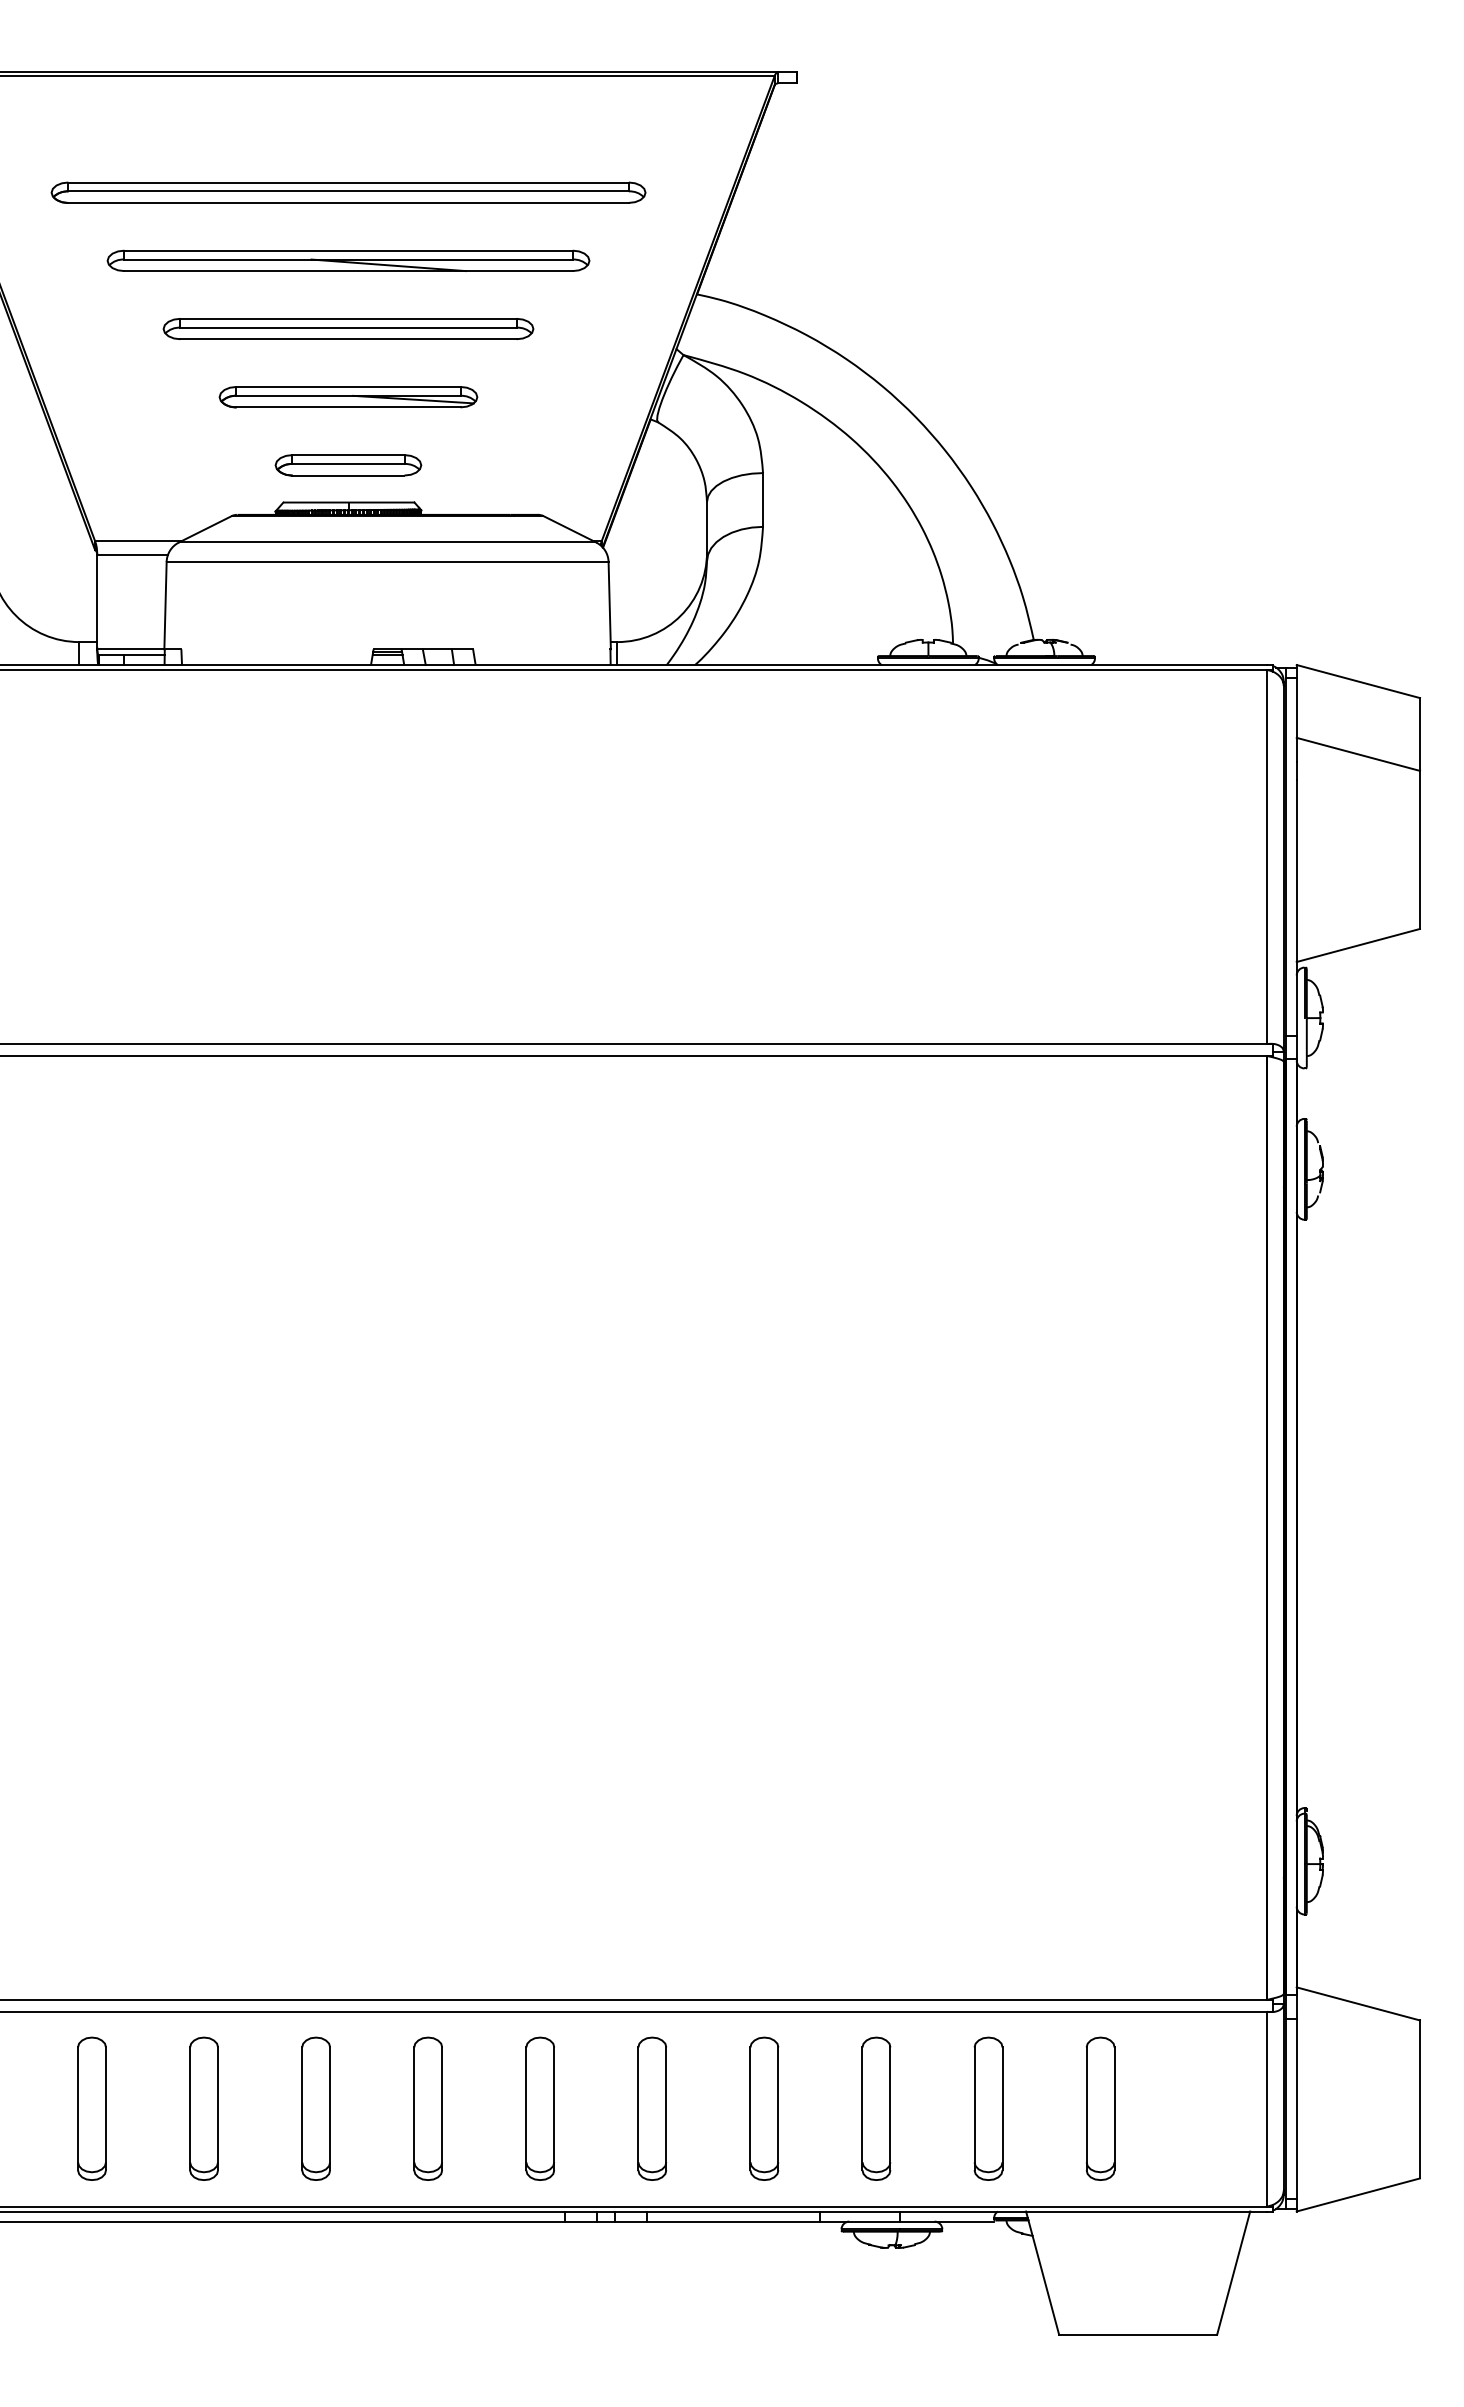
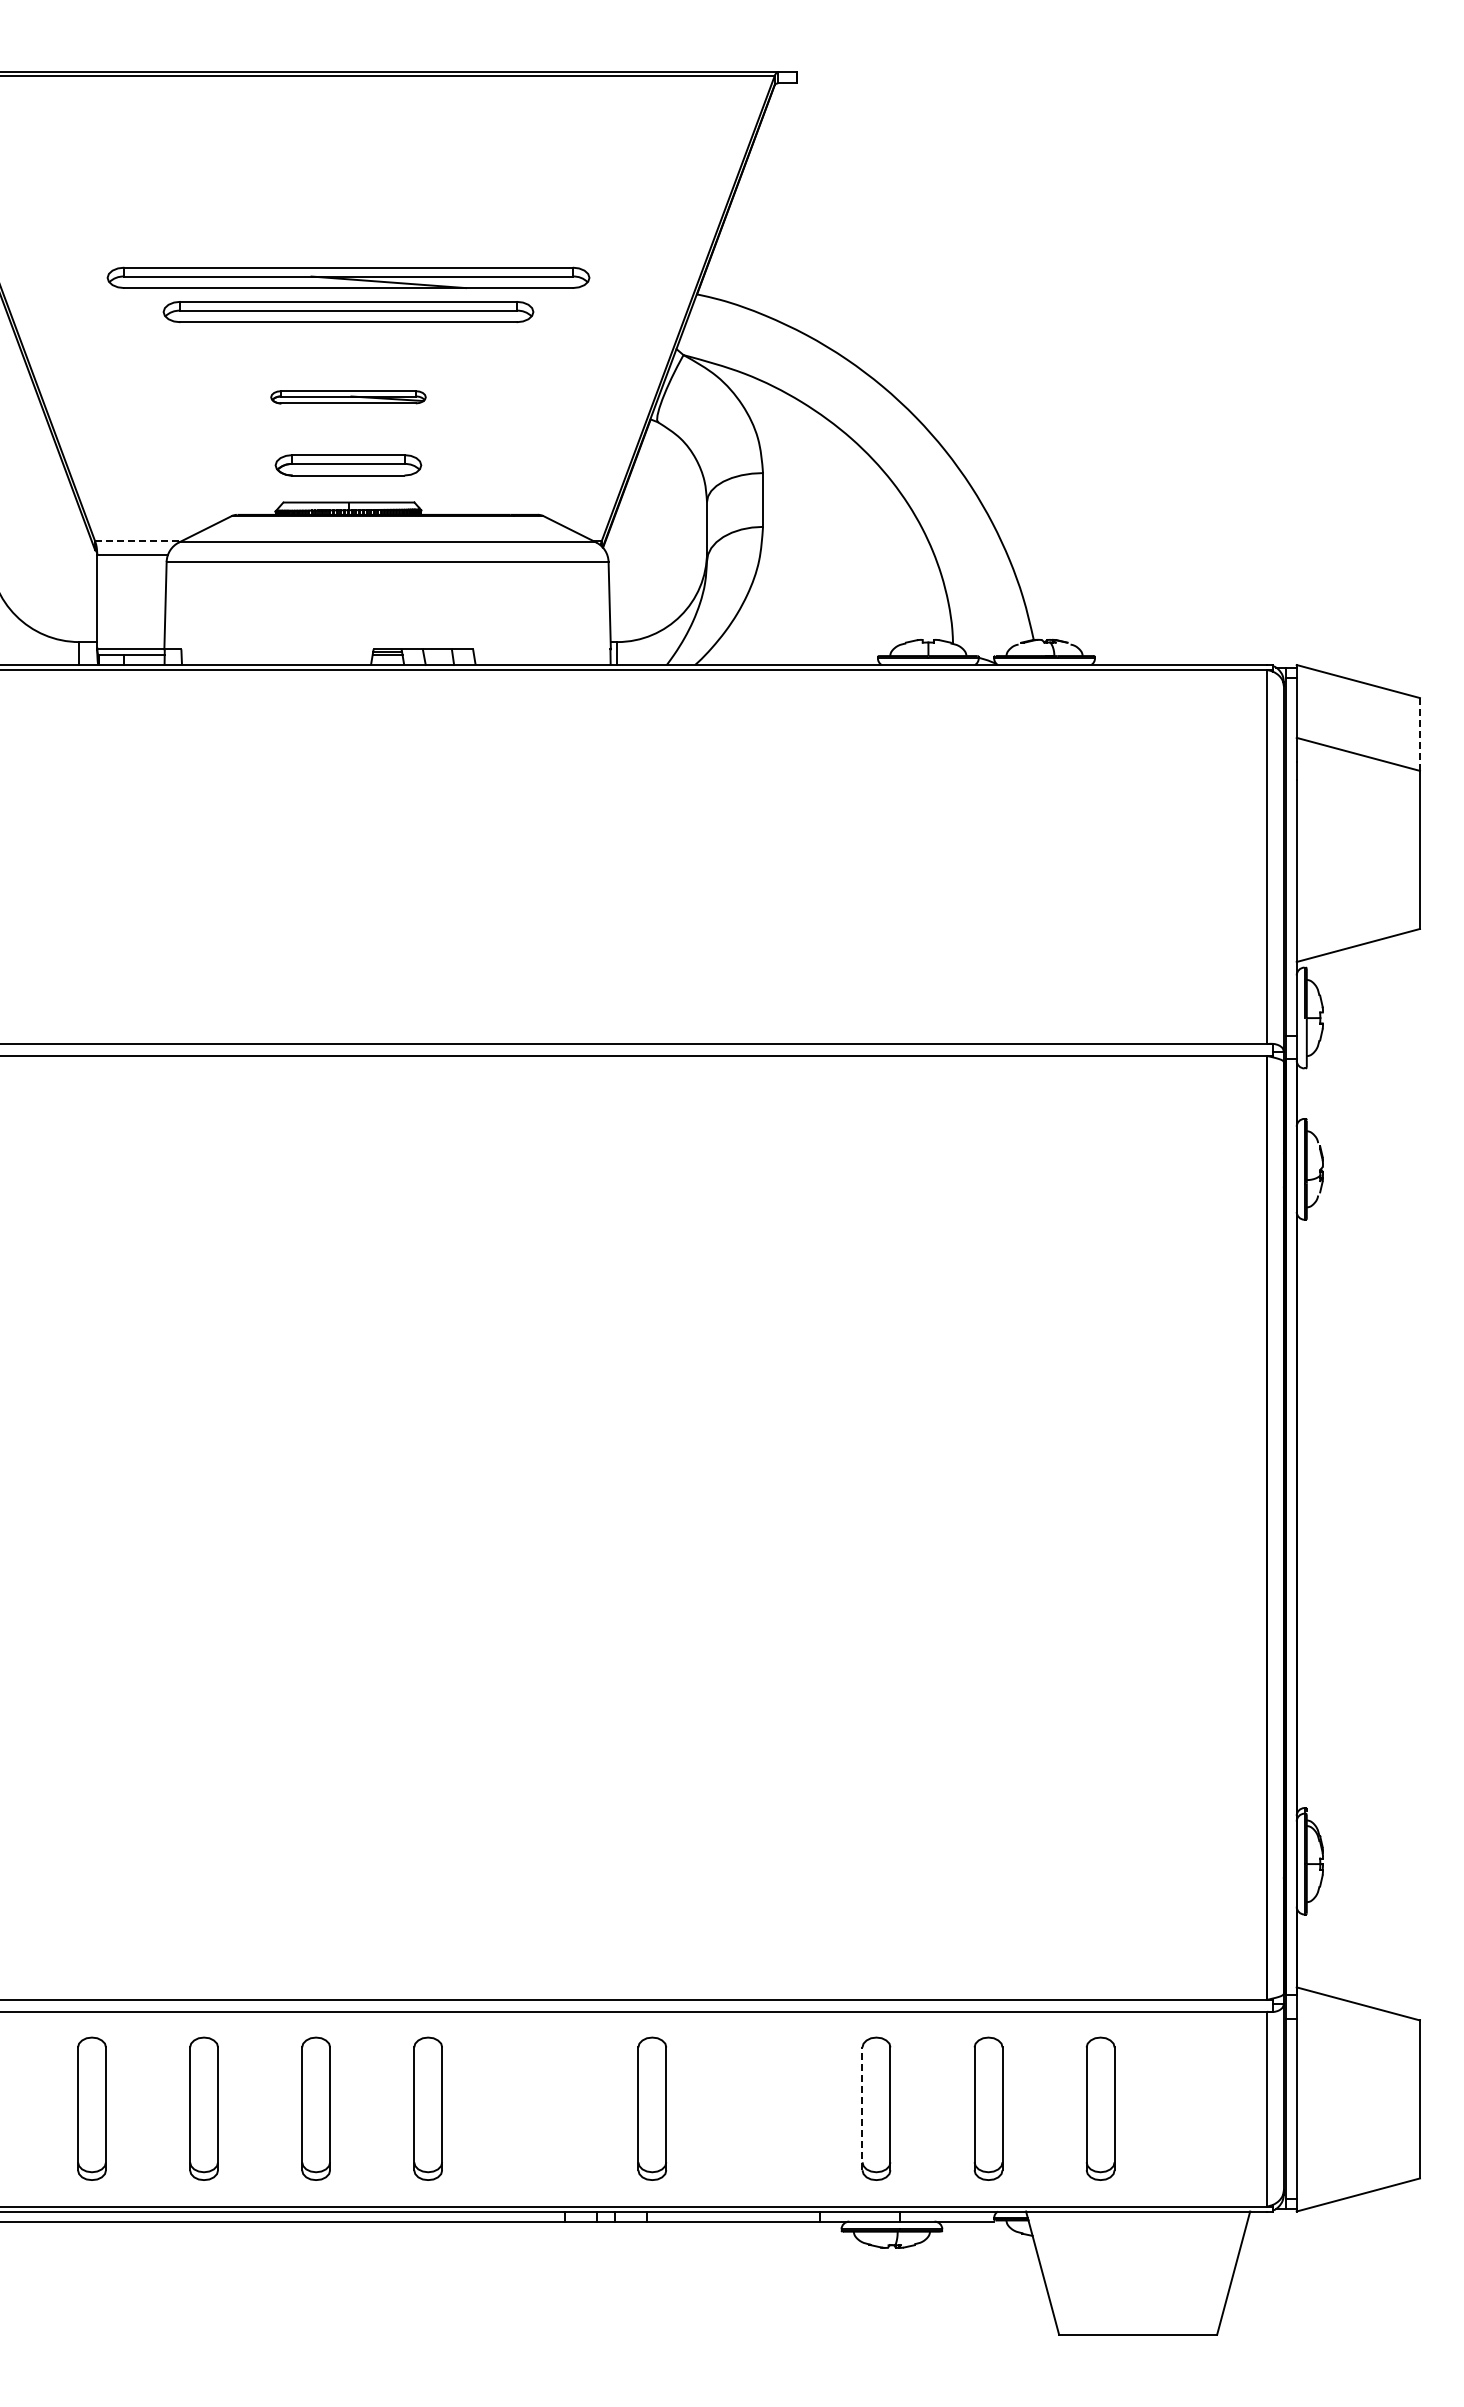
part at (348, 192): present -> none
part at (348, 260) position: (348, 260) -> (348, 277)
part at (348, 328) position: (348, 328) -> (348, 311)
part at (348, 397) size: 261x23 px -> 157x15 px
line at (138, 541): solid -> dashed
line at (1419, 733): solid -> dashed
part at (539, 2108): present -> none
part at (764, 2108): present -> none
line at (862, 2108): solid -> dashed
